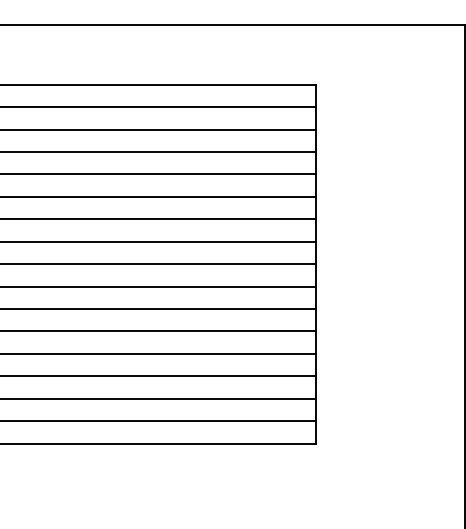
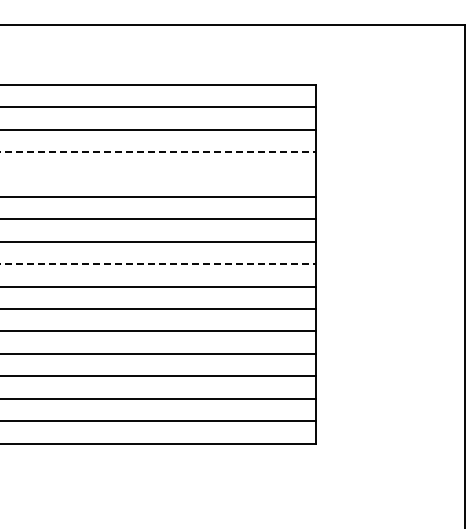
line at (158, 152): solid -> dashed
line at (158, 174): present -> none
line at (158, 264): solid -> dashed
